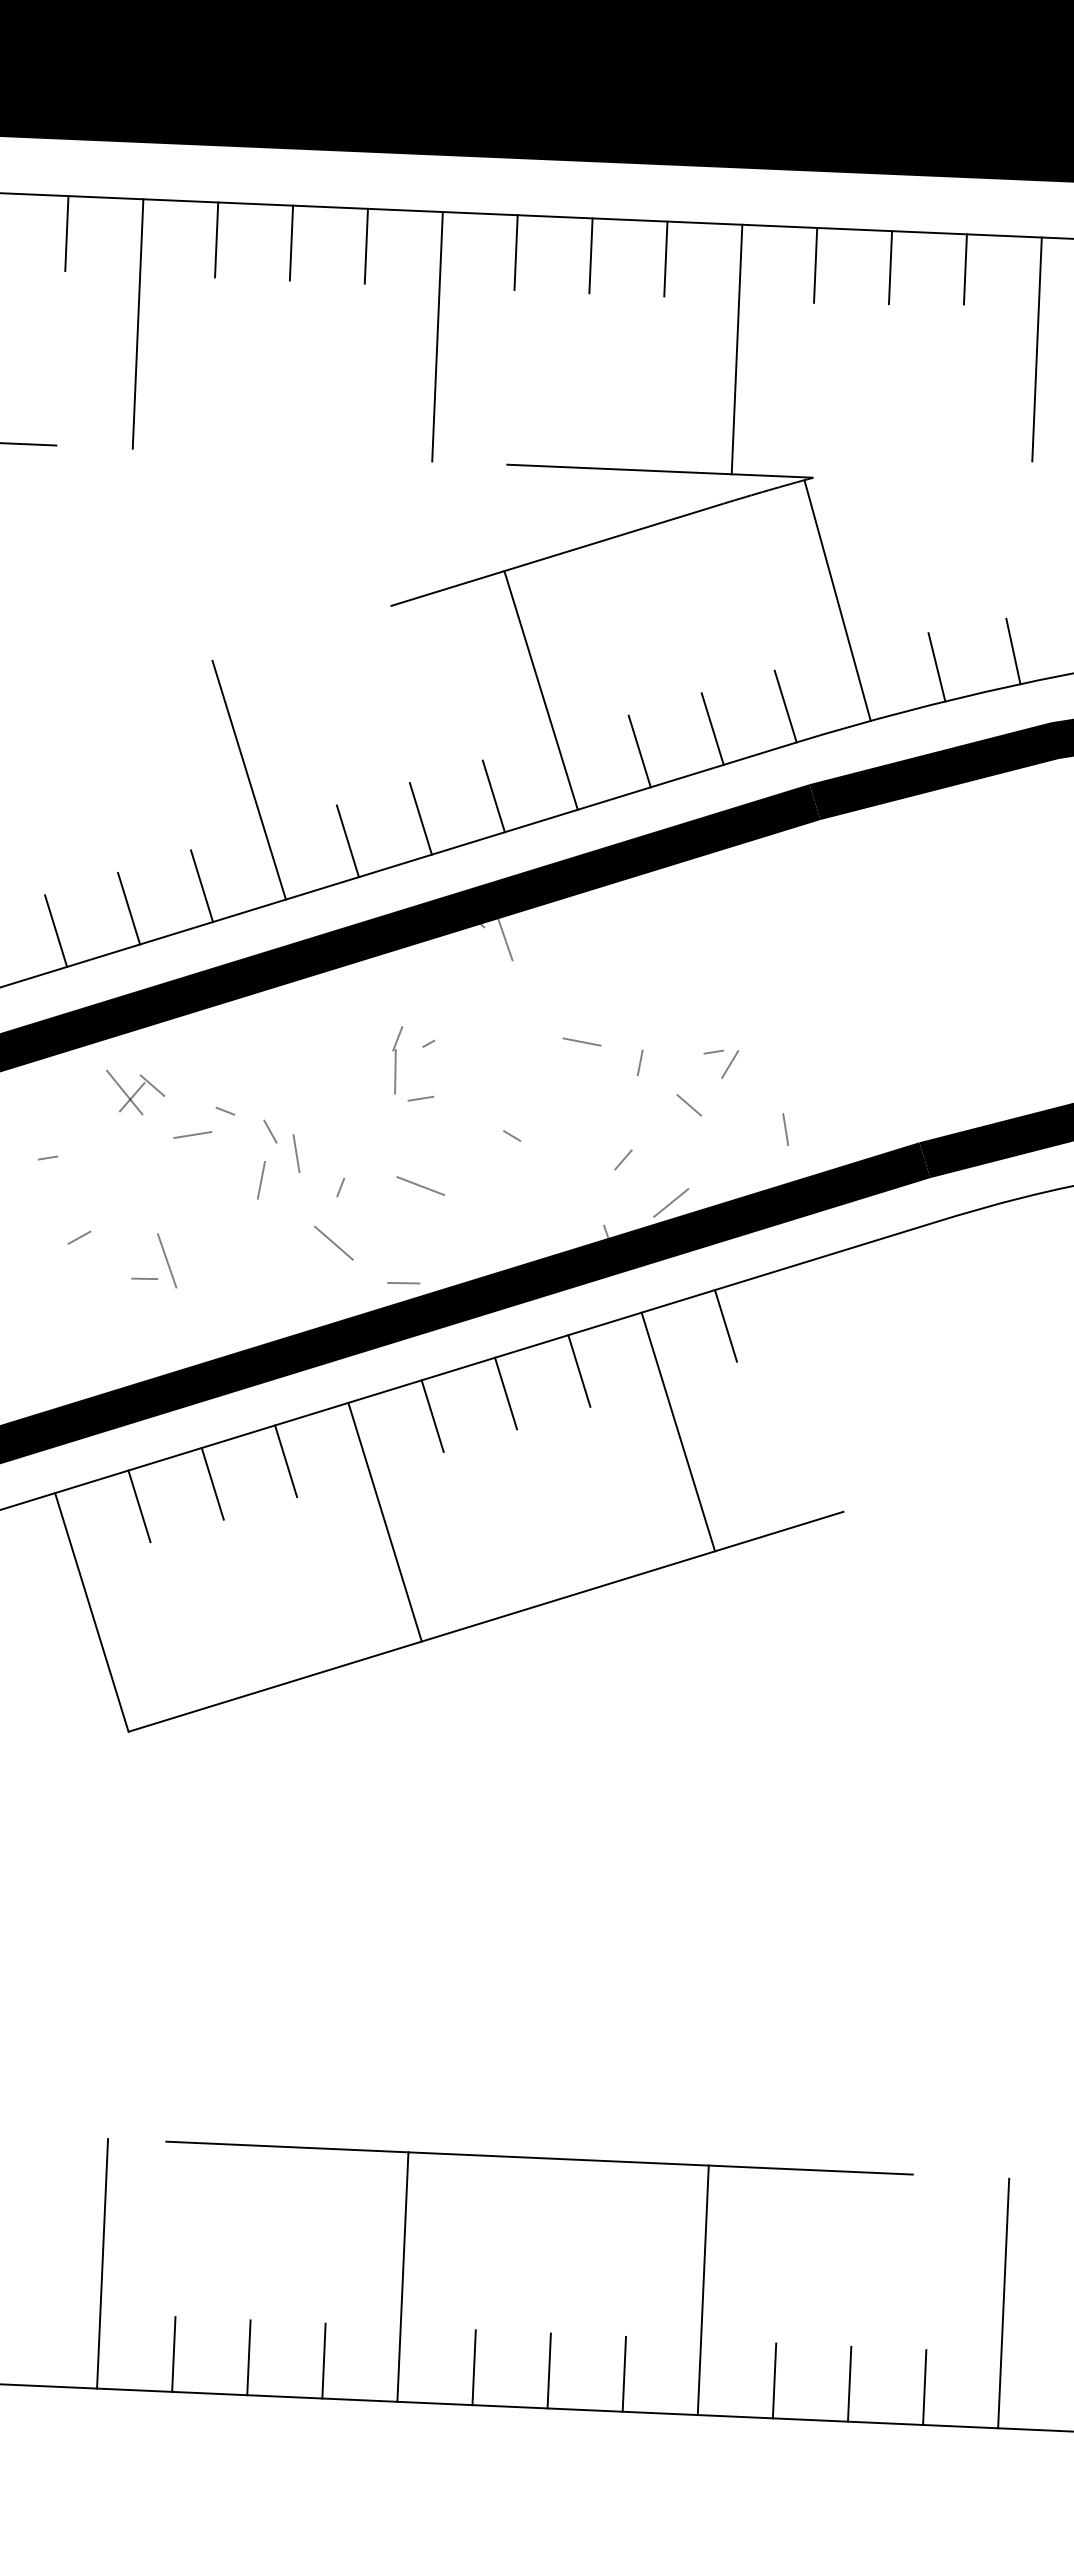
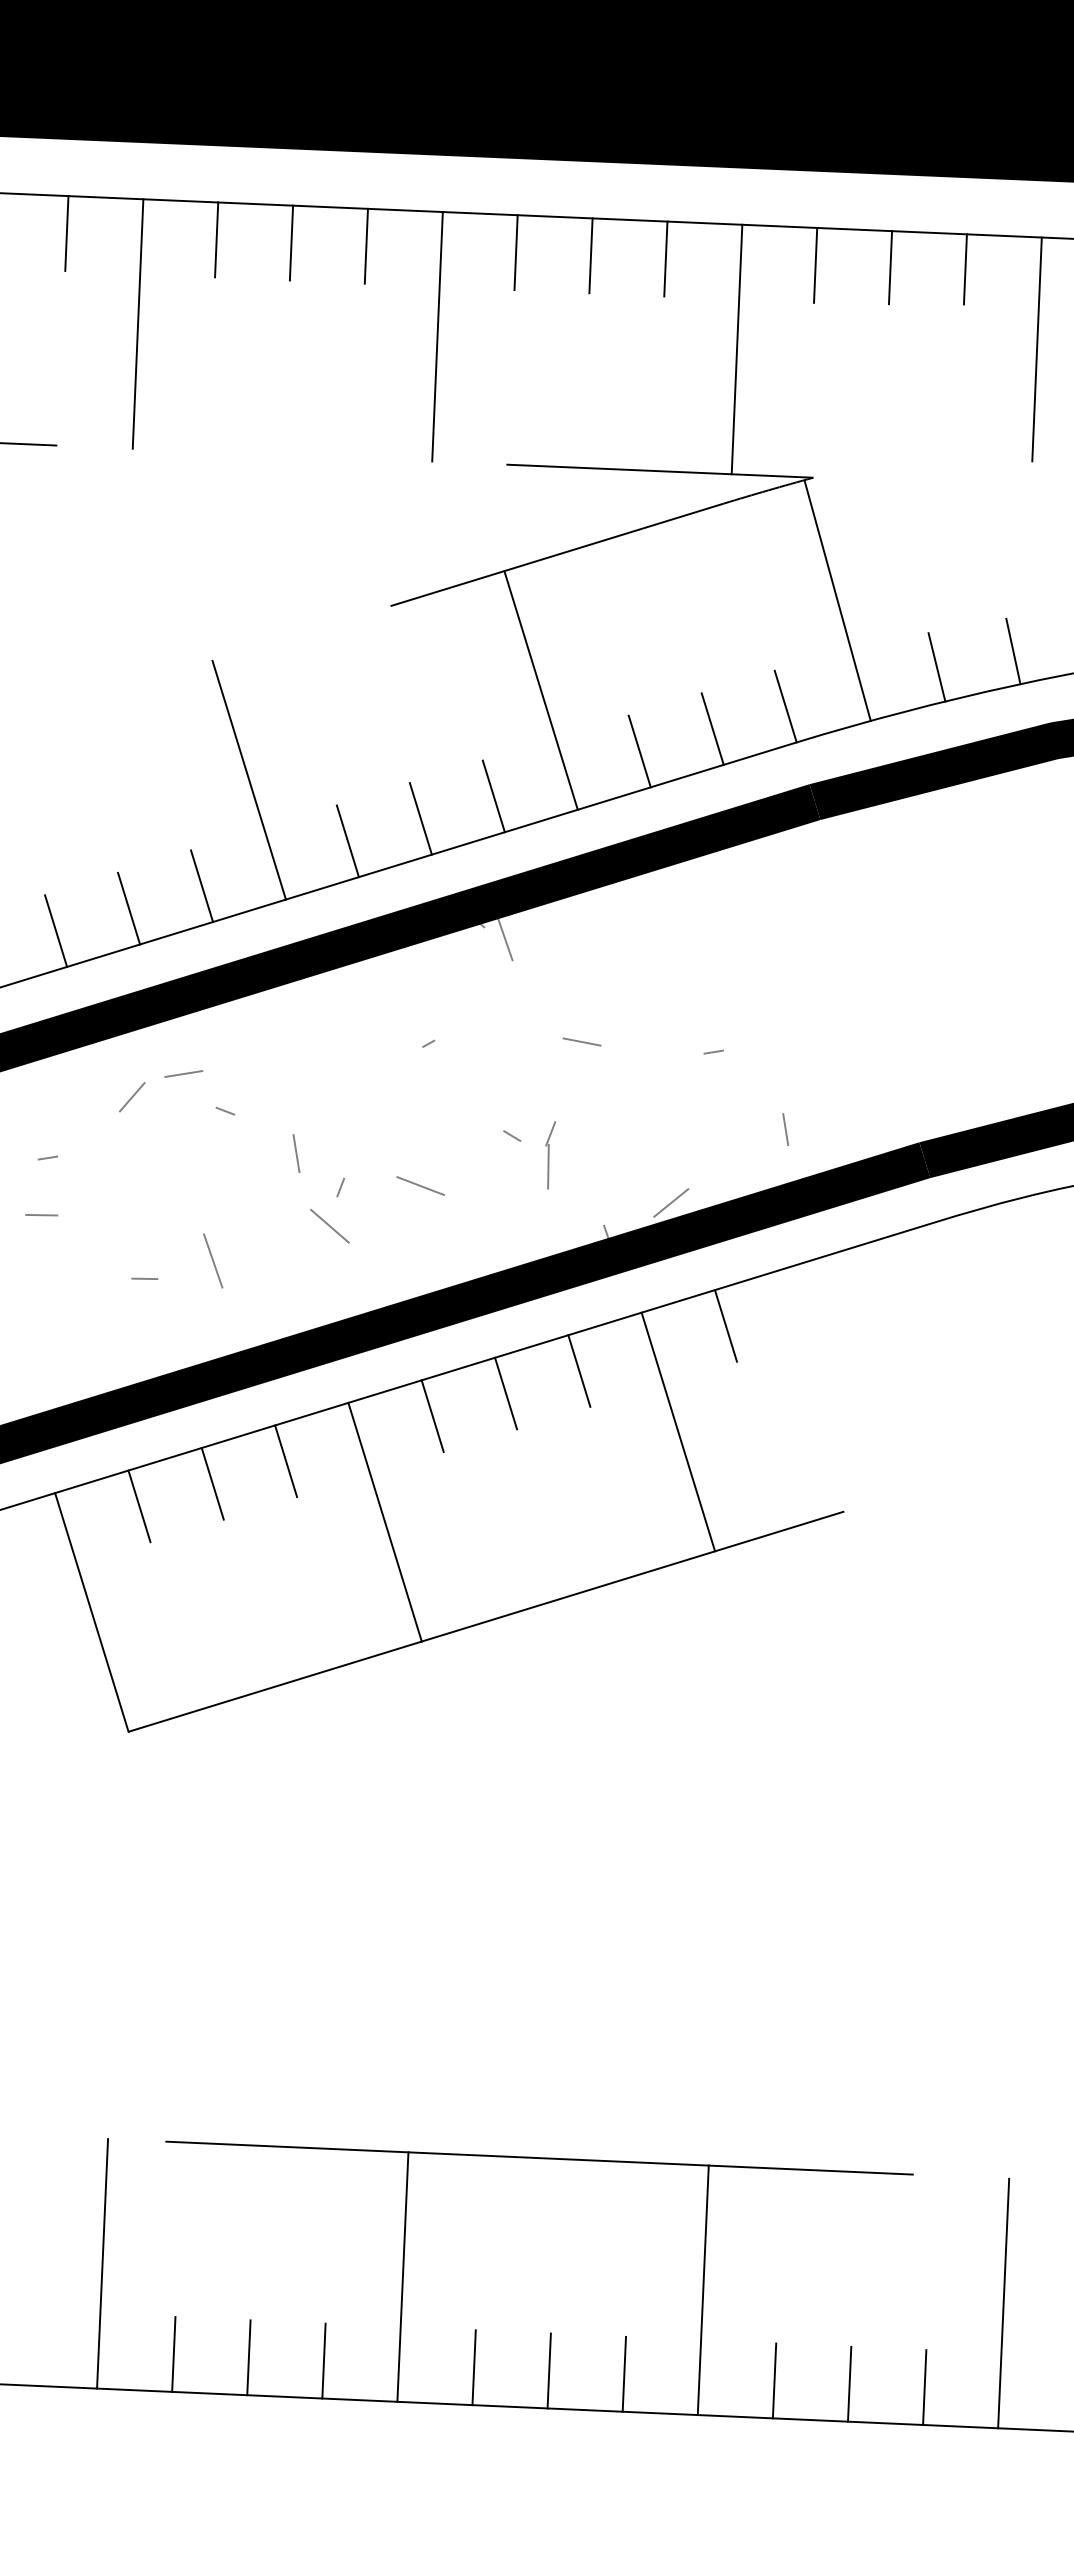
part at (397, 1060) position: (397, 1060) -> (550, 1155)
line at (639, 1062): present -> none
line at (730, 1064): present -> none
line at (152, 1085): present -> none
line at (124, 1092): present -> none
line at (420, 1098): present -> none
line at (689, 1105): present -> none
line at (270, 1131): present -> none
line at (192, 1134) position: (192, 1134) -> (183, 1073)
line at (623, 1159): present -> none
line at (260, 1179): present -> none
line at (79, 1237): present -> none
line at (333, 1243) position: (333, 1243) -> (329, 1226)
line at (167, 1260) position: (167, 1260) -> (213, 1260)
line at (403, 1283) position: (403, 1283) -> (41, 1215)
